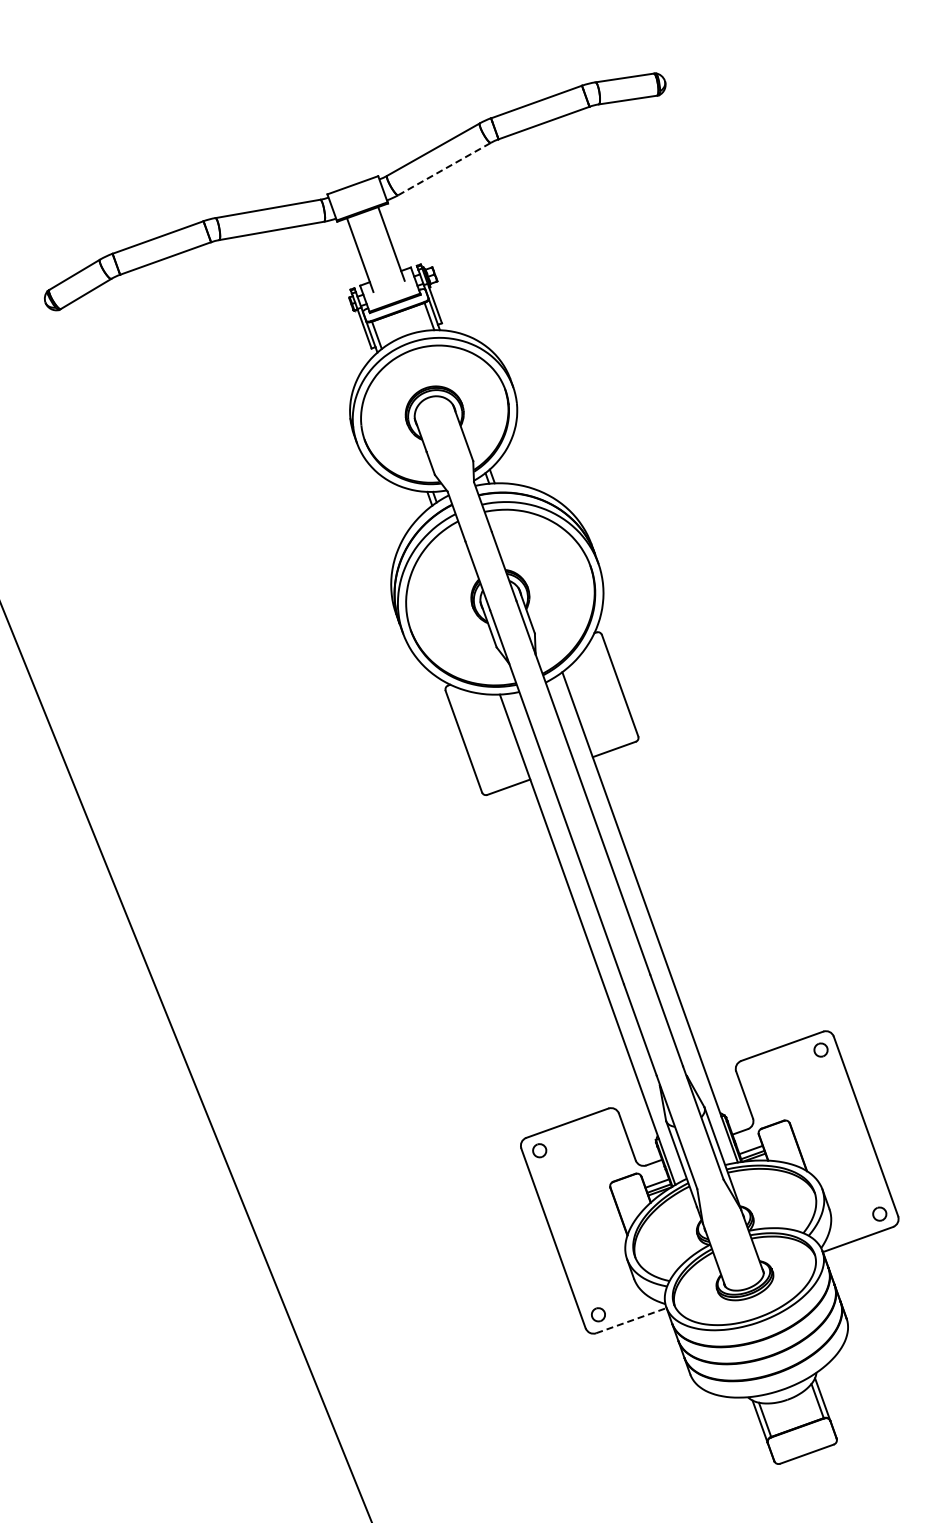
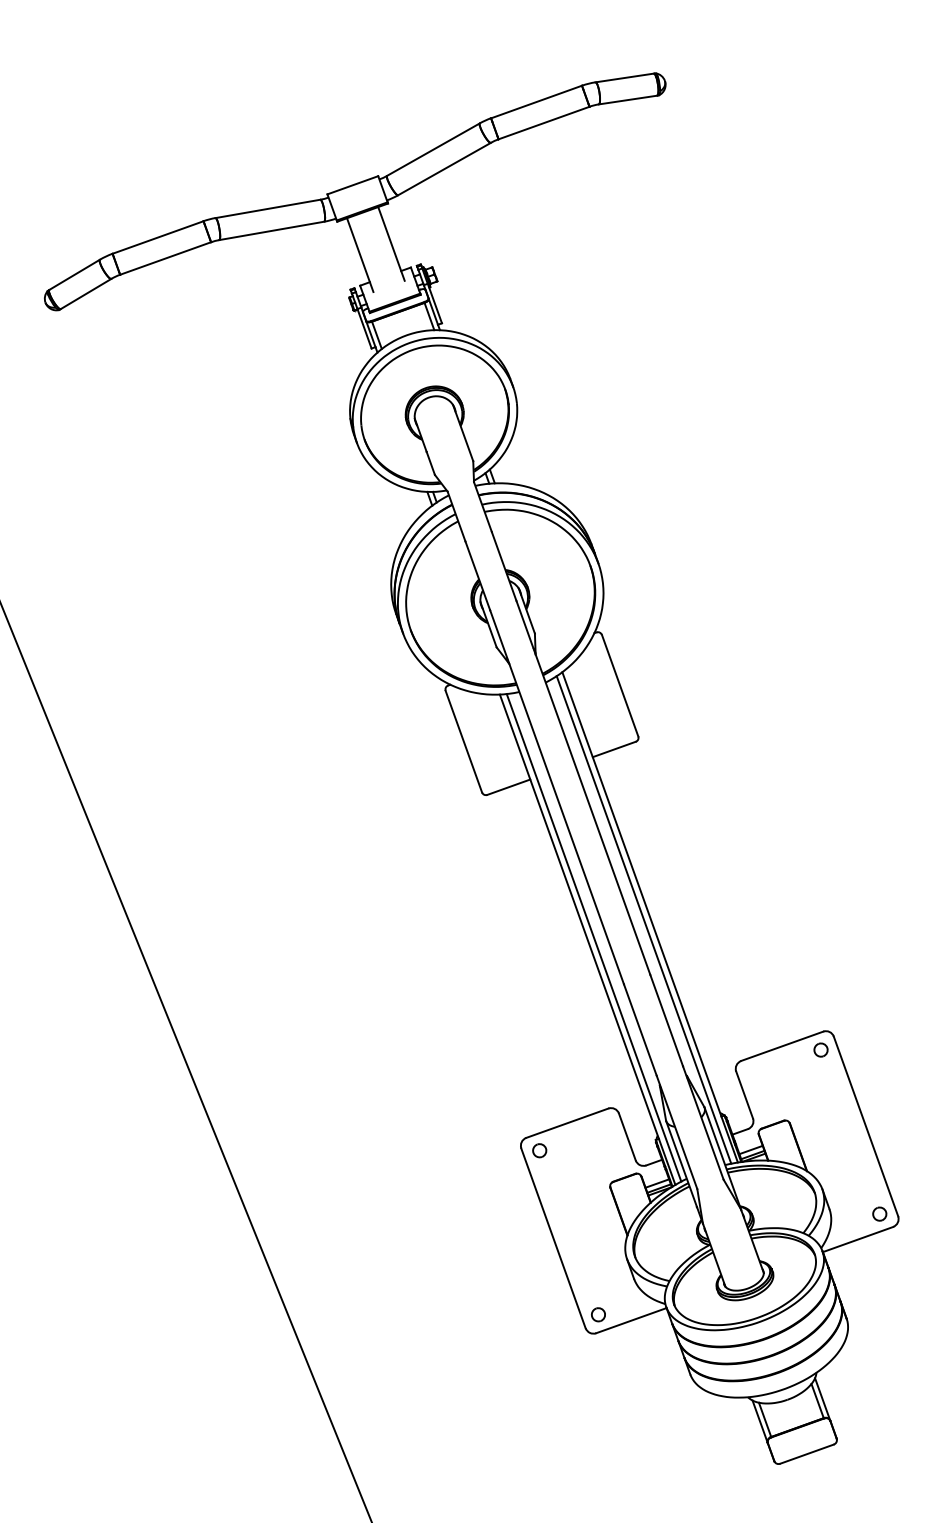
line at (444, 168): dashed -> solid
line at (643, 919): none -> present
line at (593, 937): none -> present
line at (631, 1320): dashed -> solid
